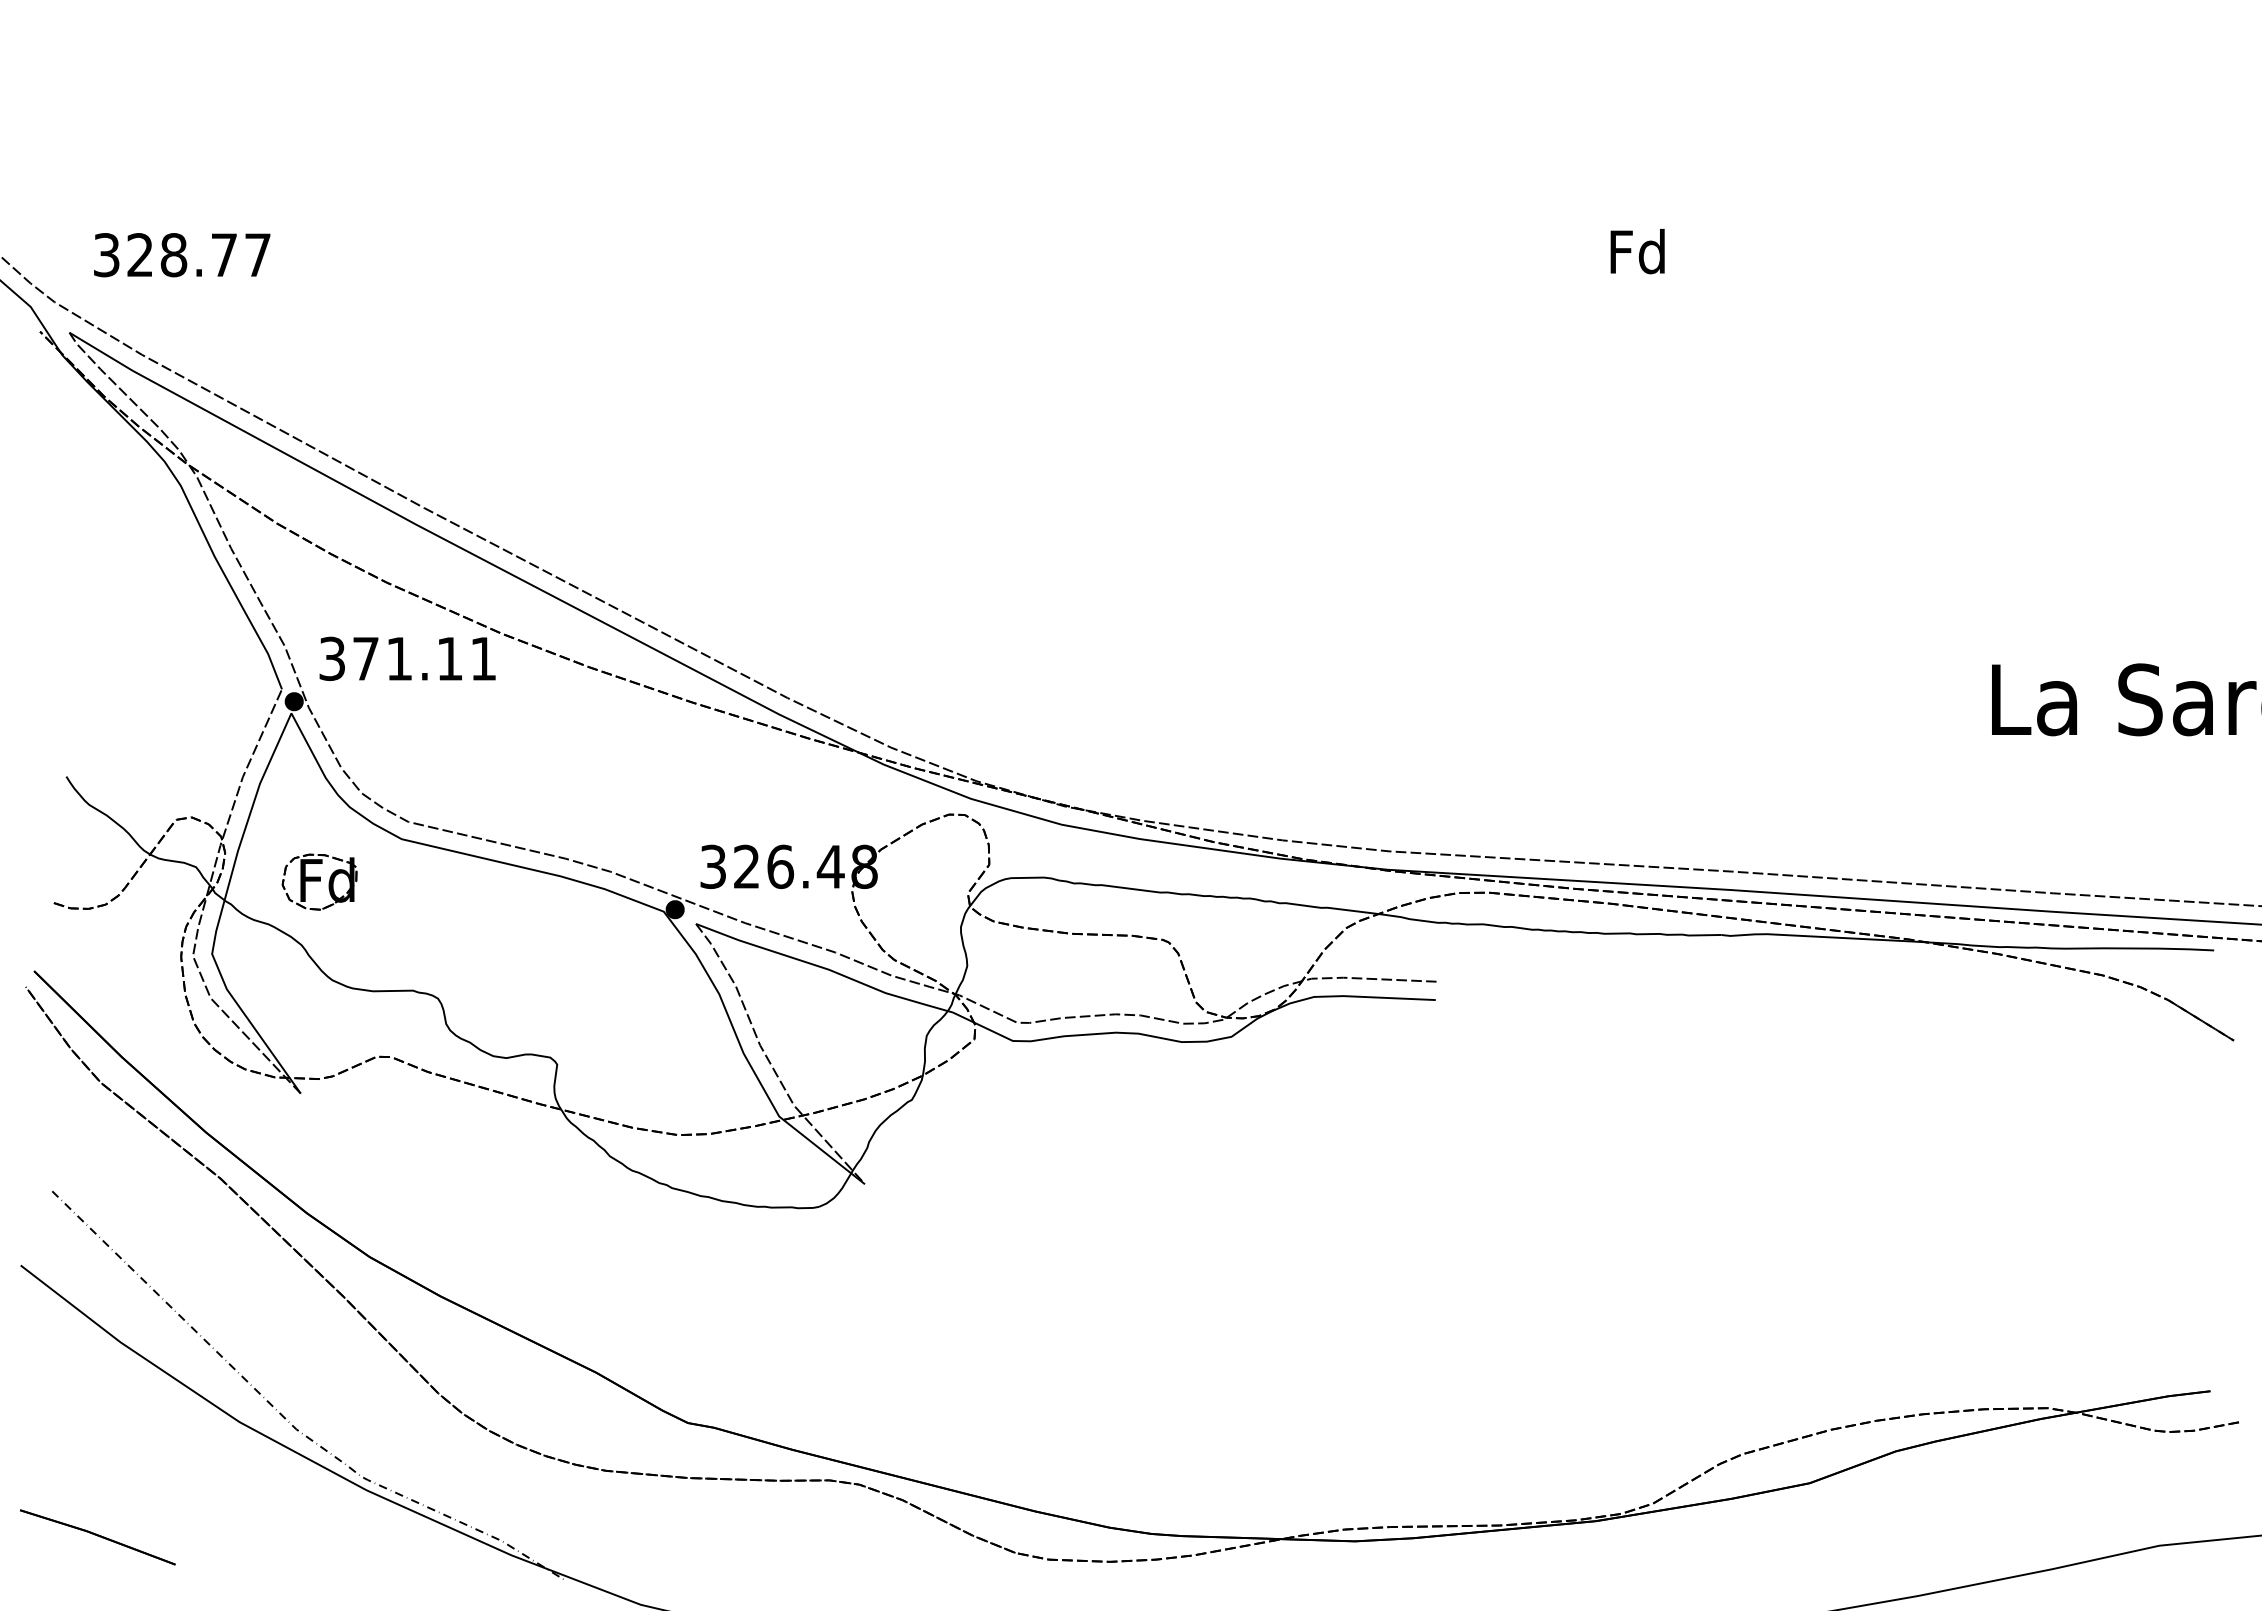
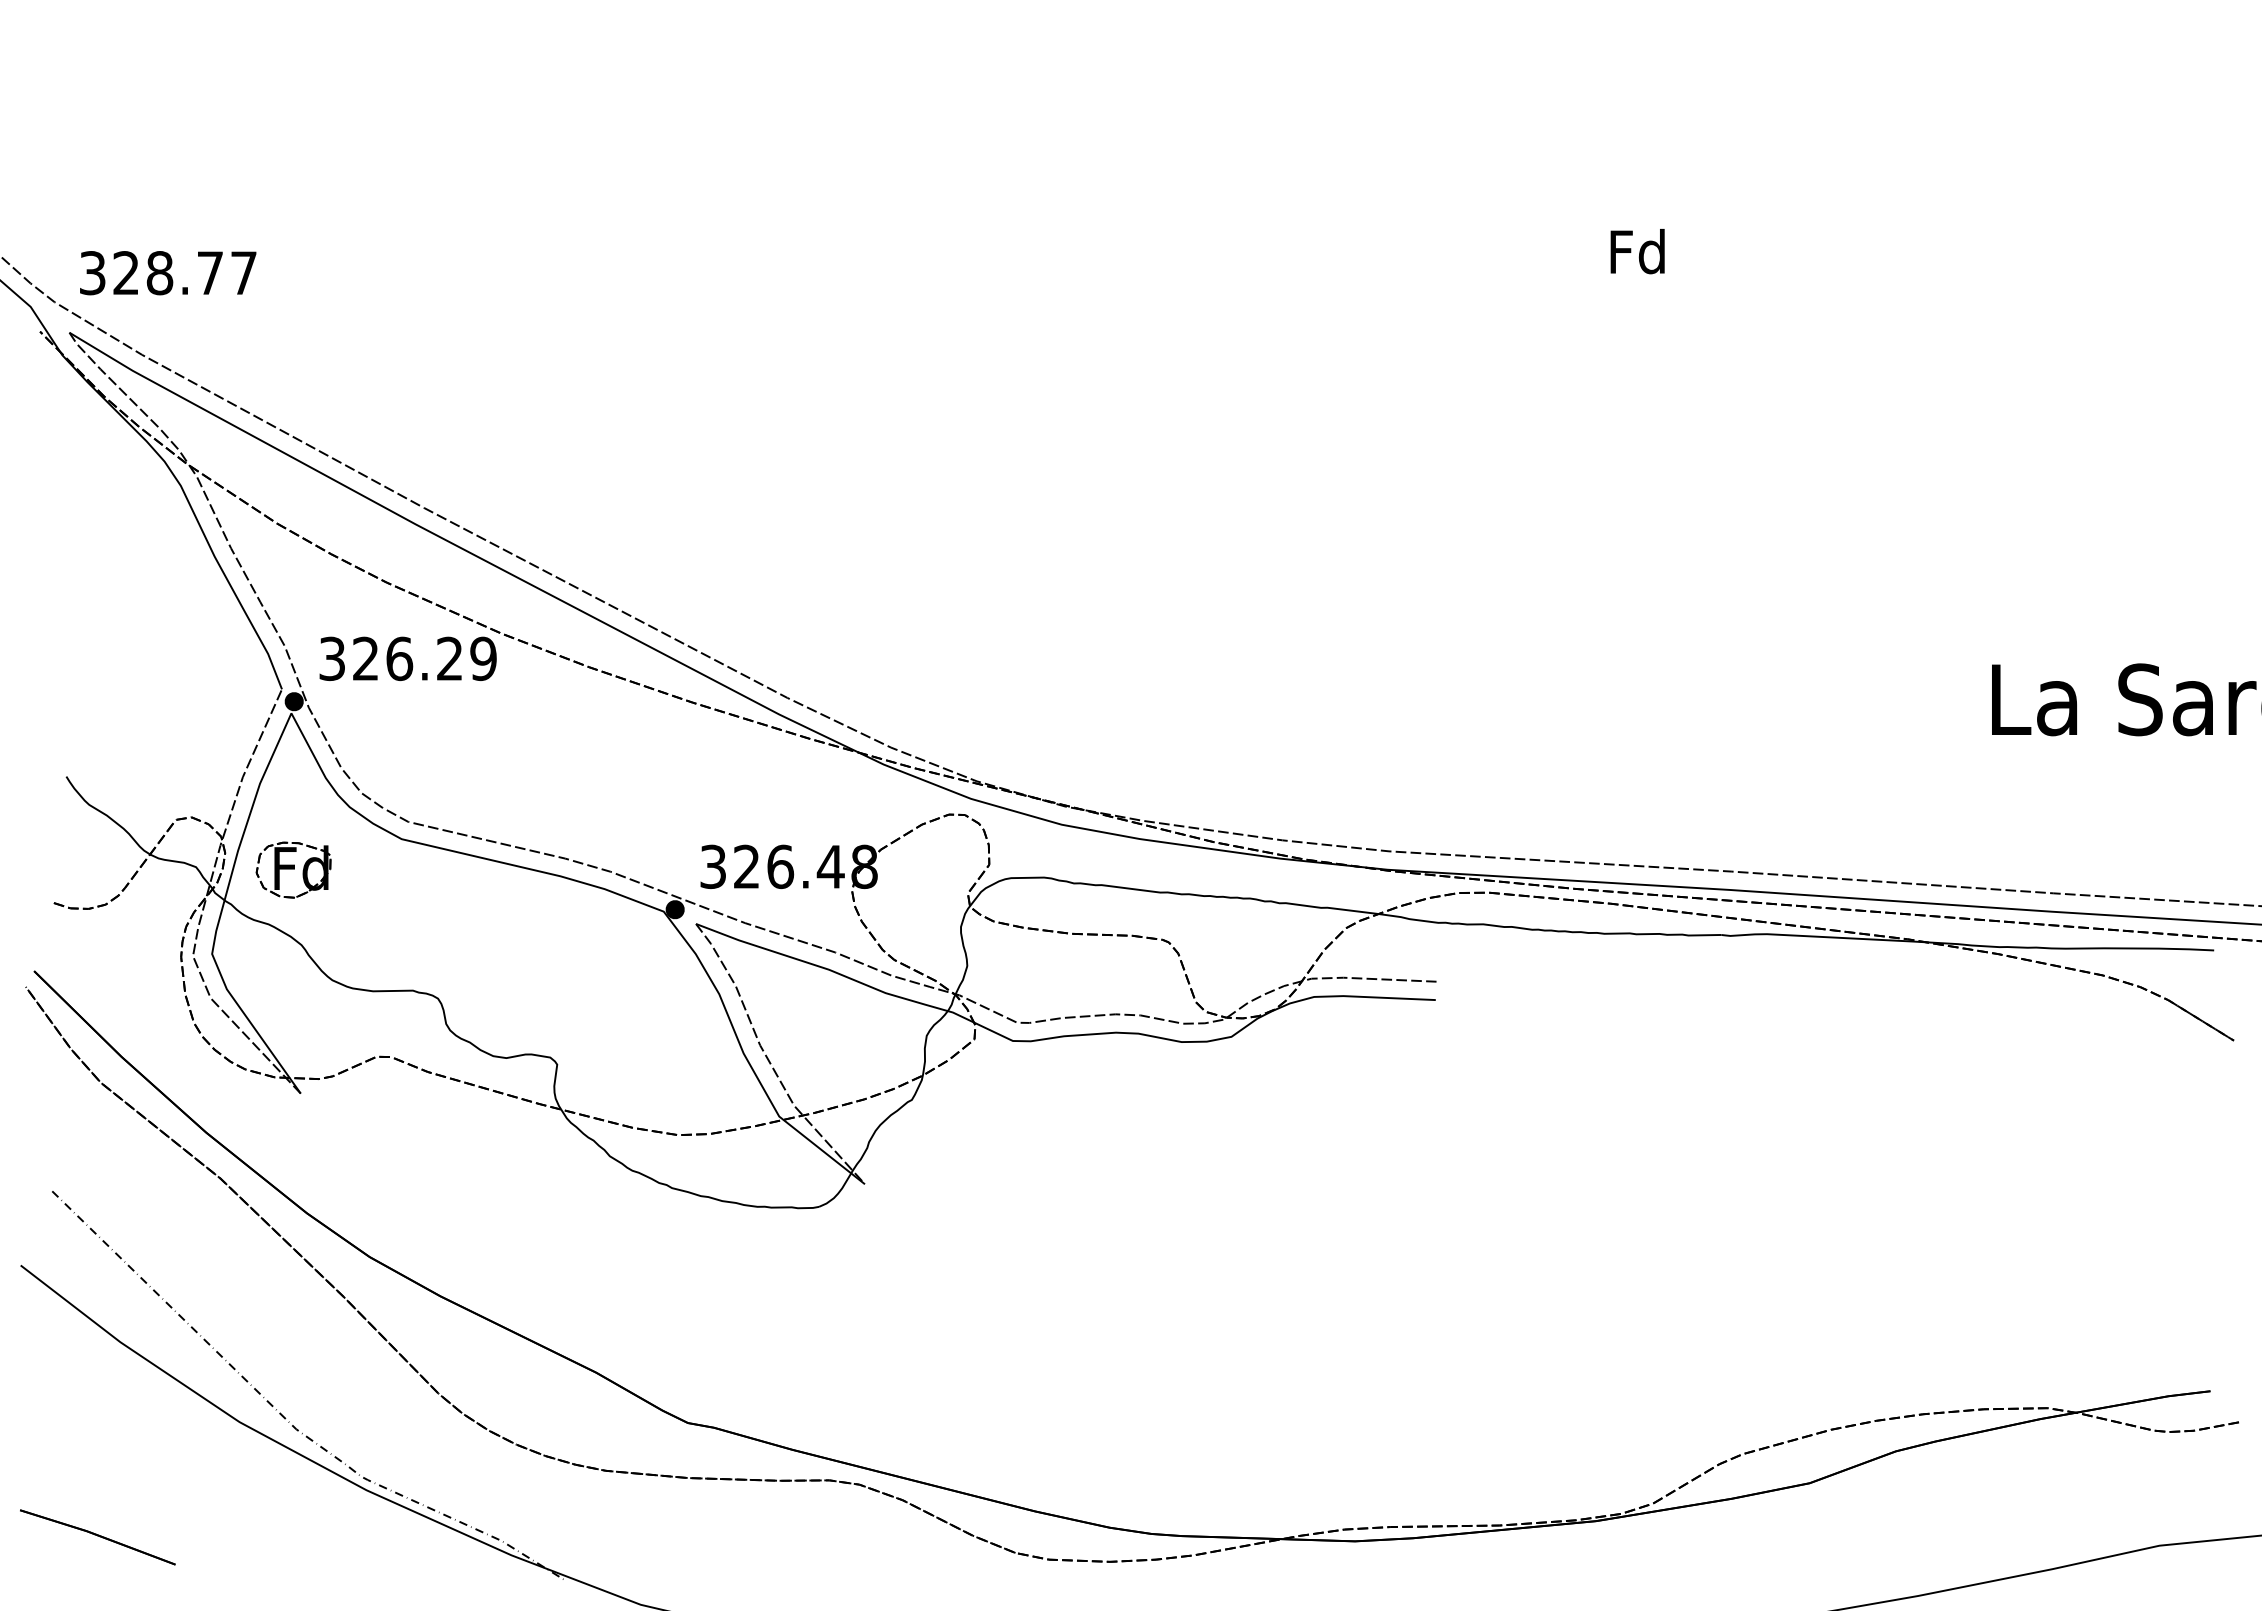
text at (182, 255) position: (182, 255) -> (168, 273)
text at (424, 658): 371.11 -> 326.29
part at (319, 881) position: (319, 881) -> (293, 869)
